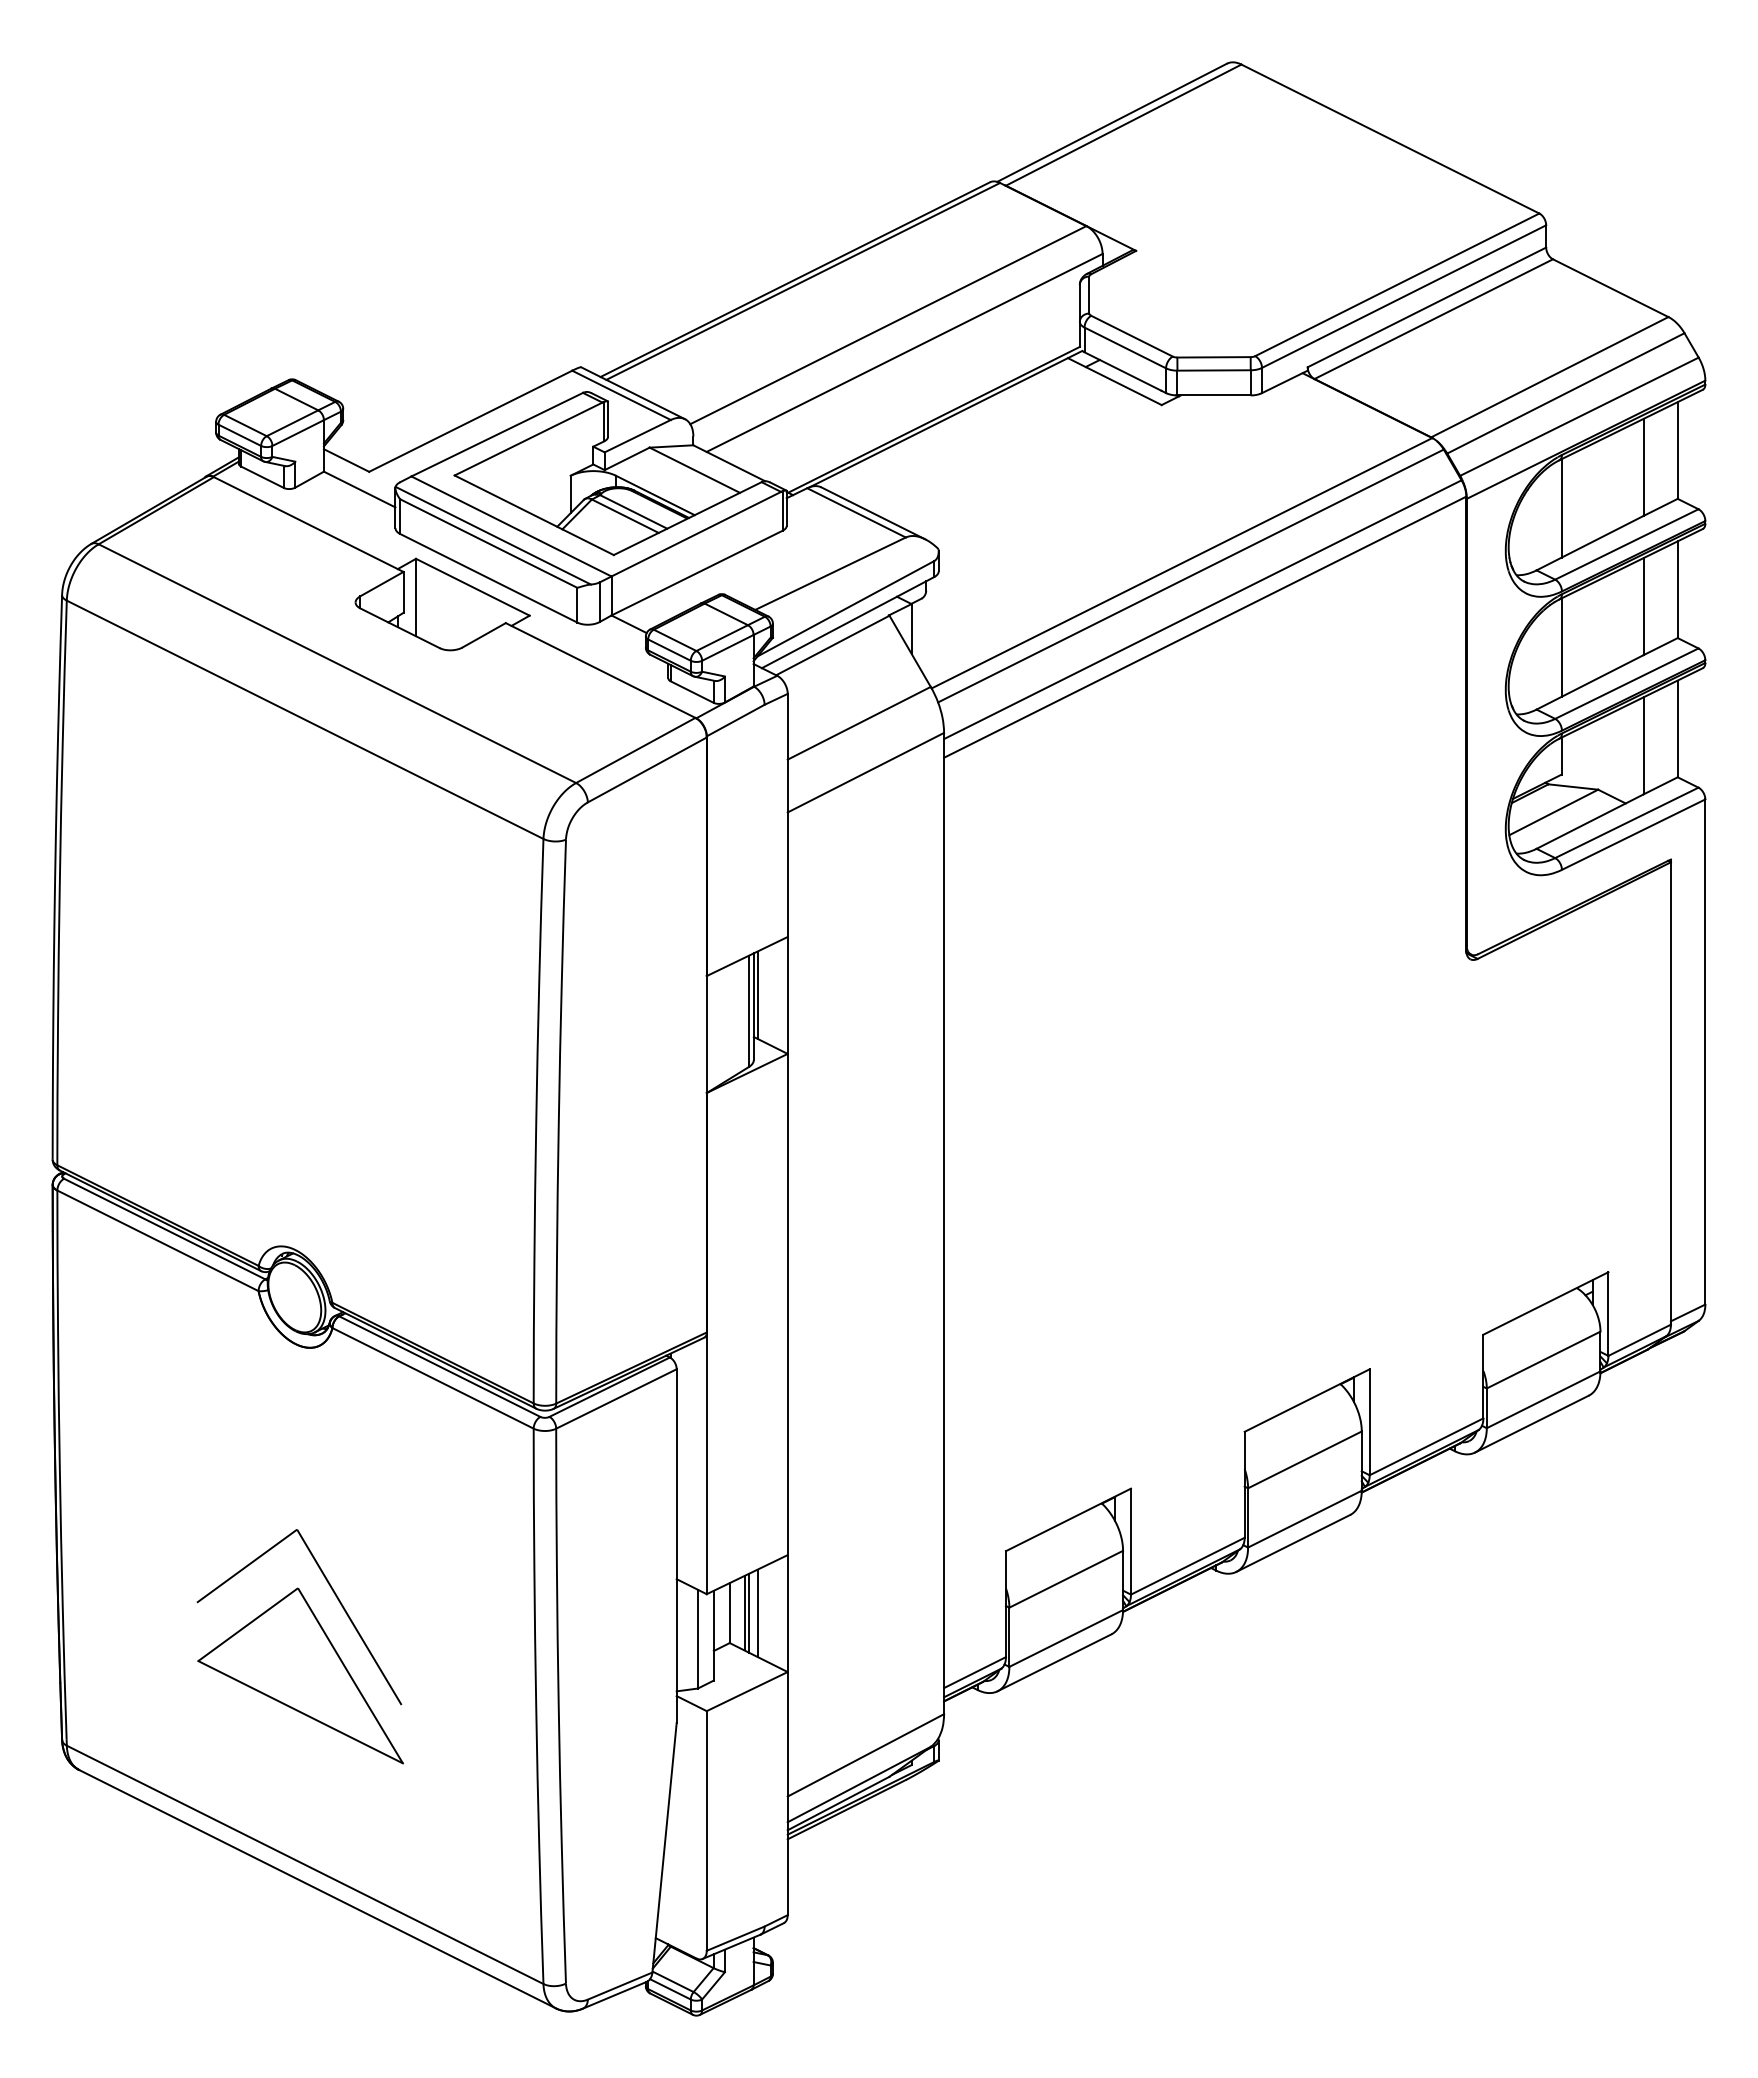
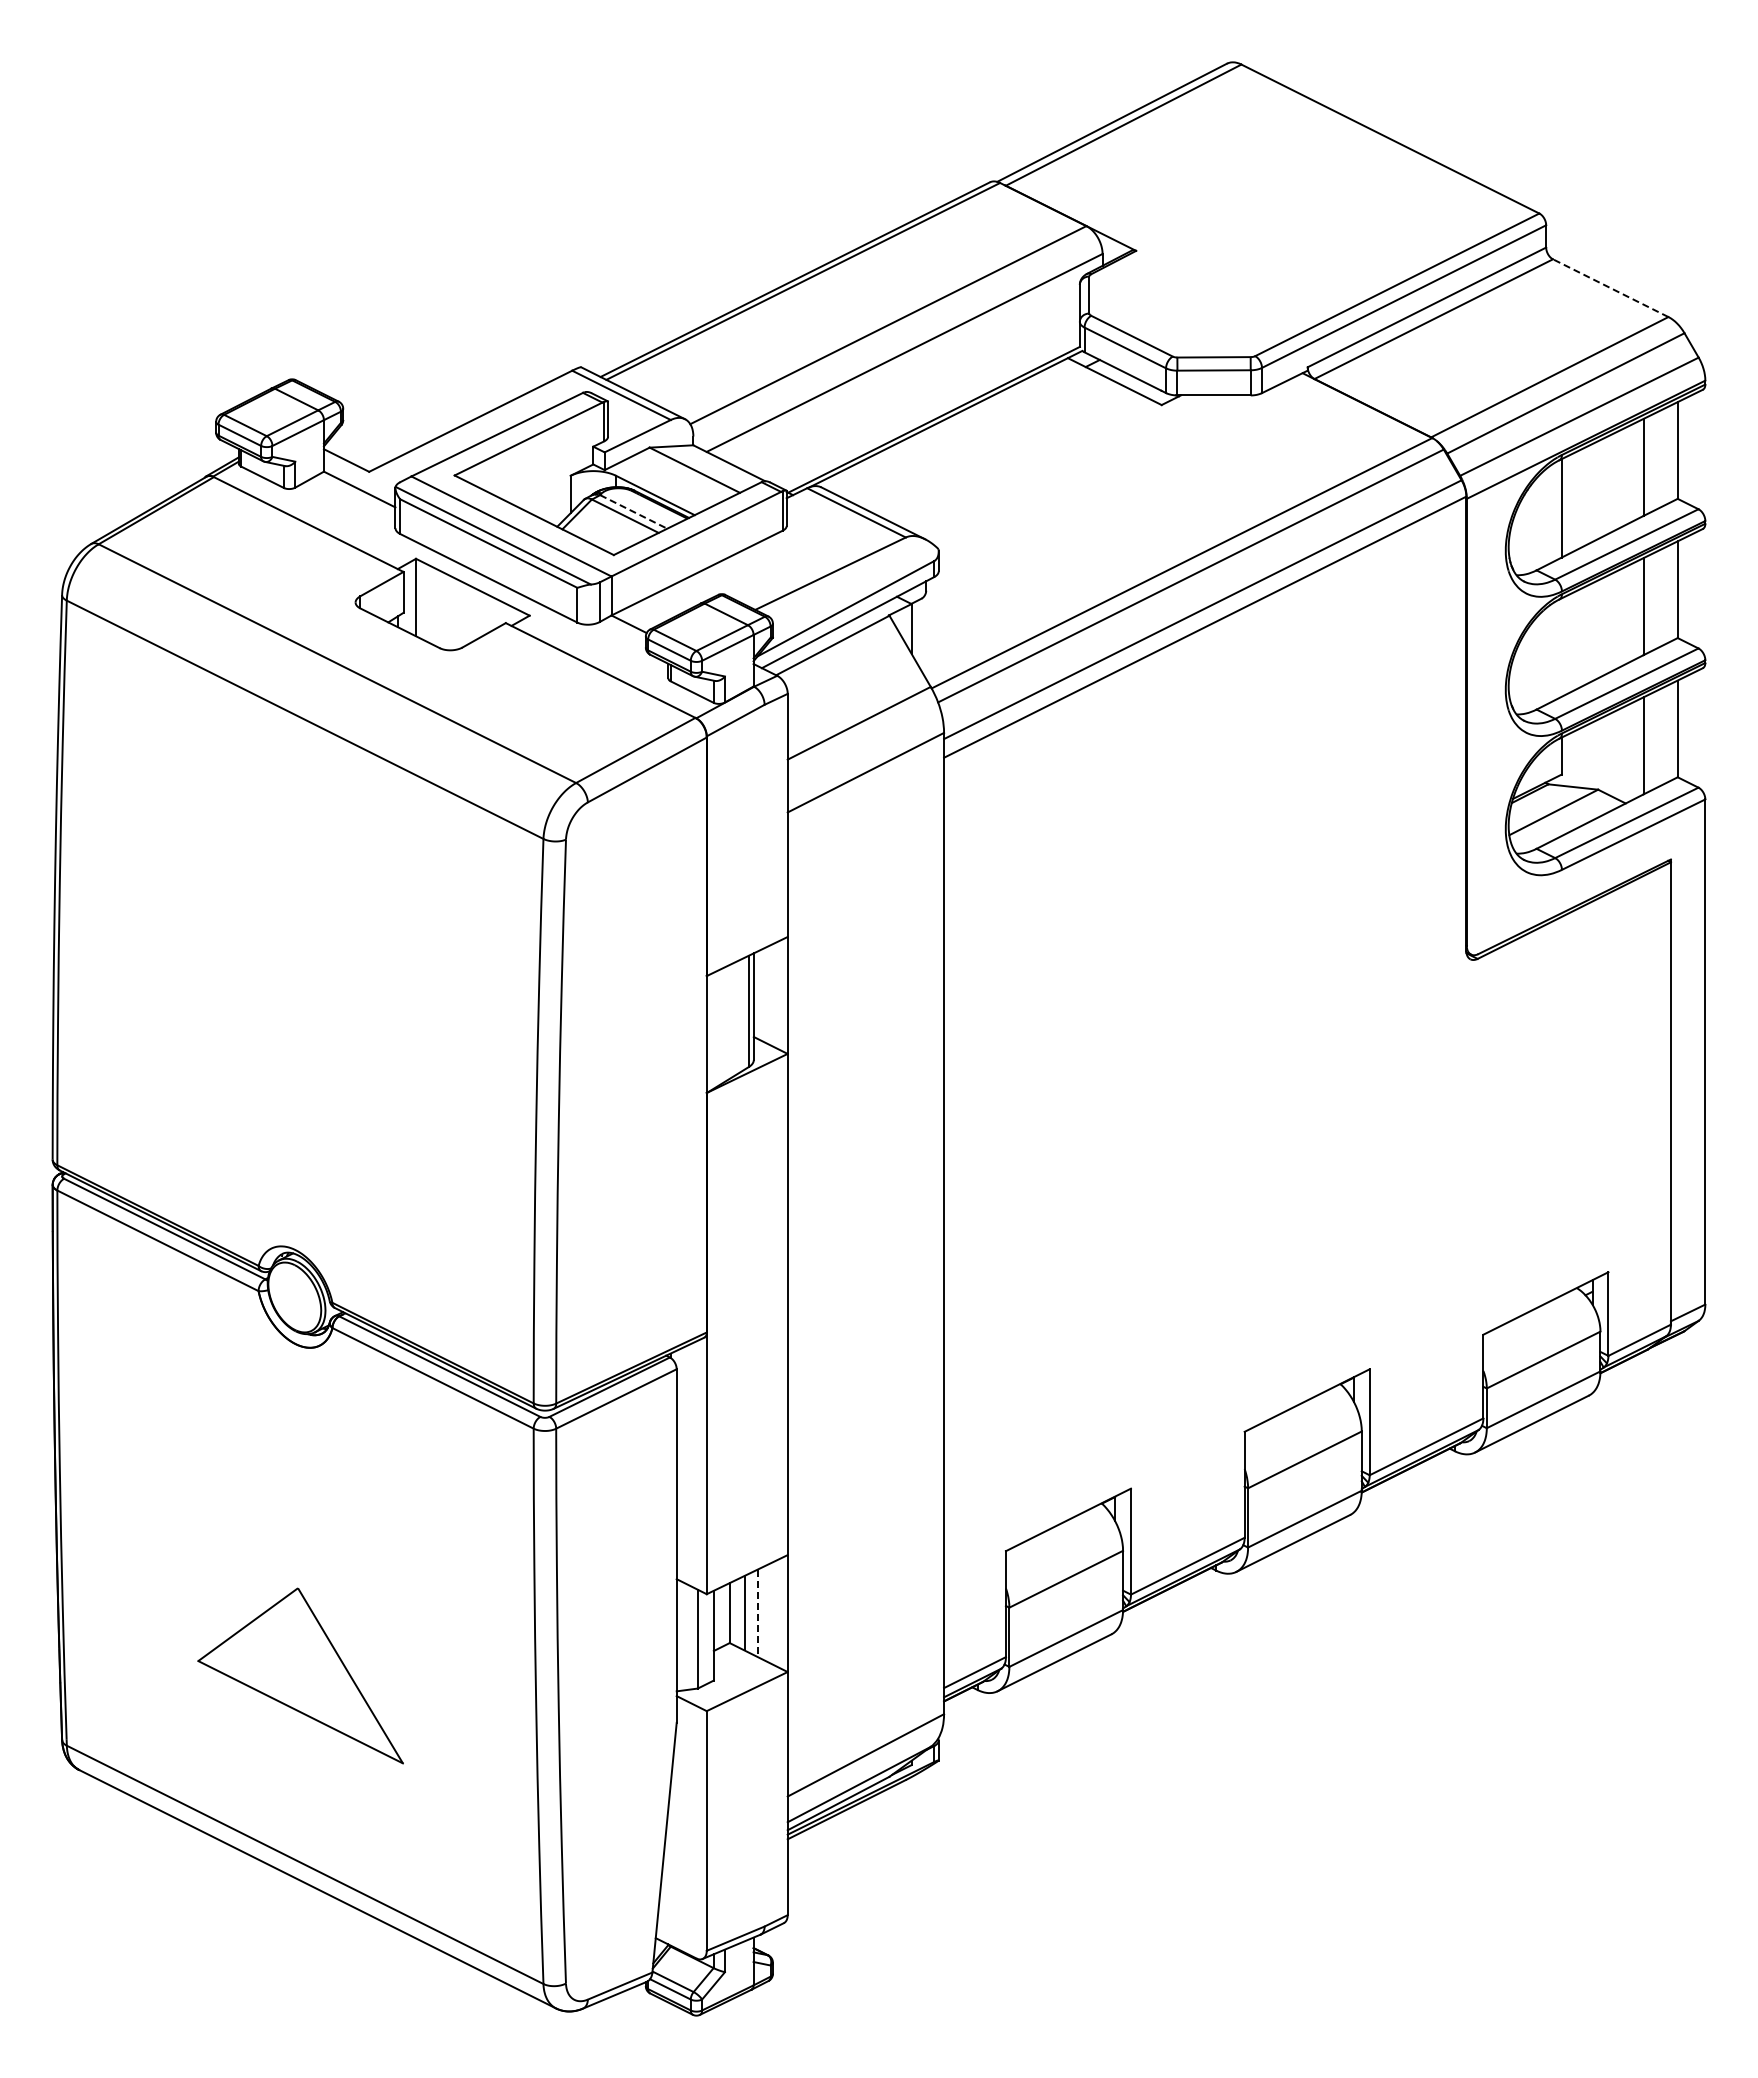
line at (1610, 288): solid -> dashed
line at (633, 511): solid -> dashed
line at (1561, 647): present -> none
line at (757, 994): present -> none
part at (336, 1598): present -> none
line at (748, 1612): present -> none
line at (757, 1613): solid -> dashed
